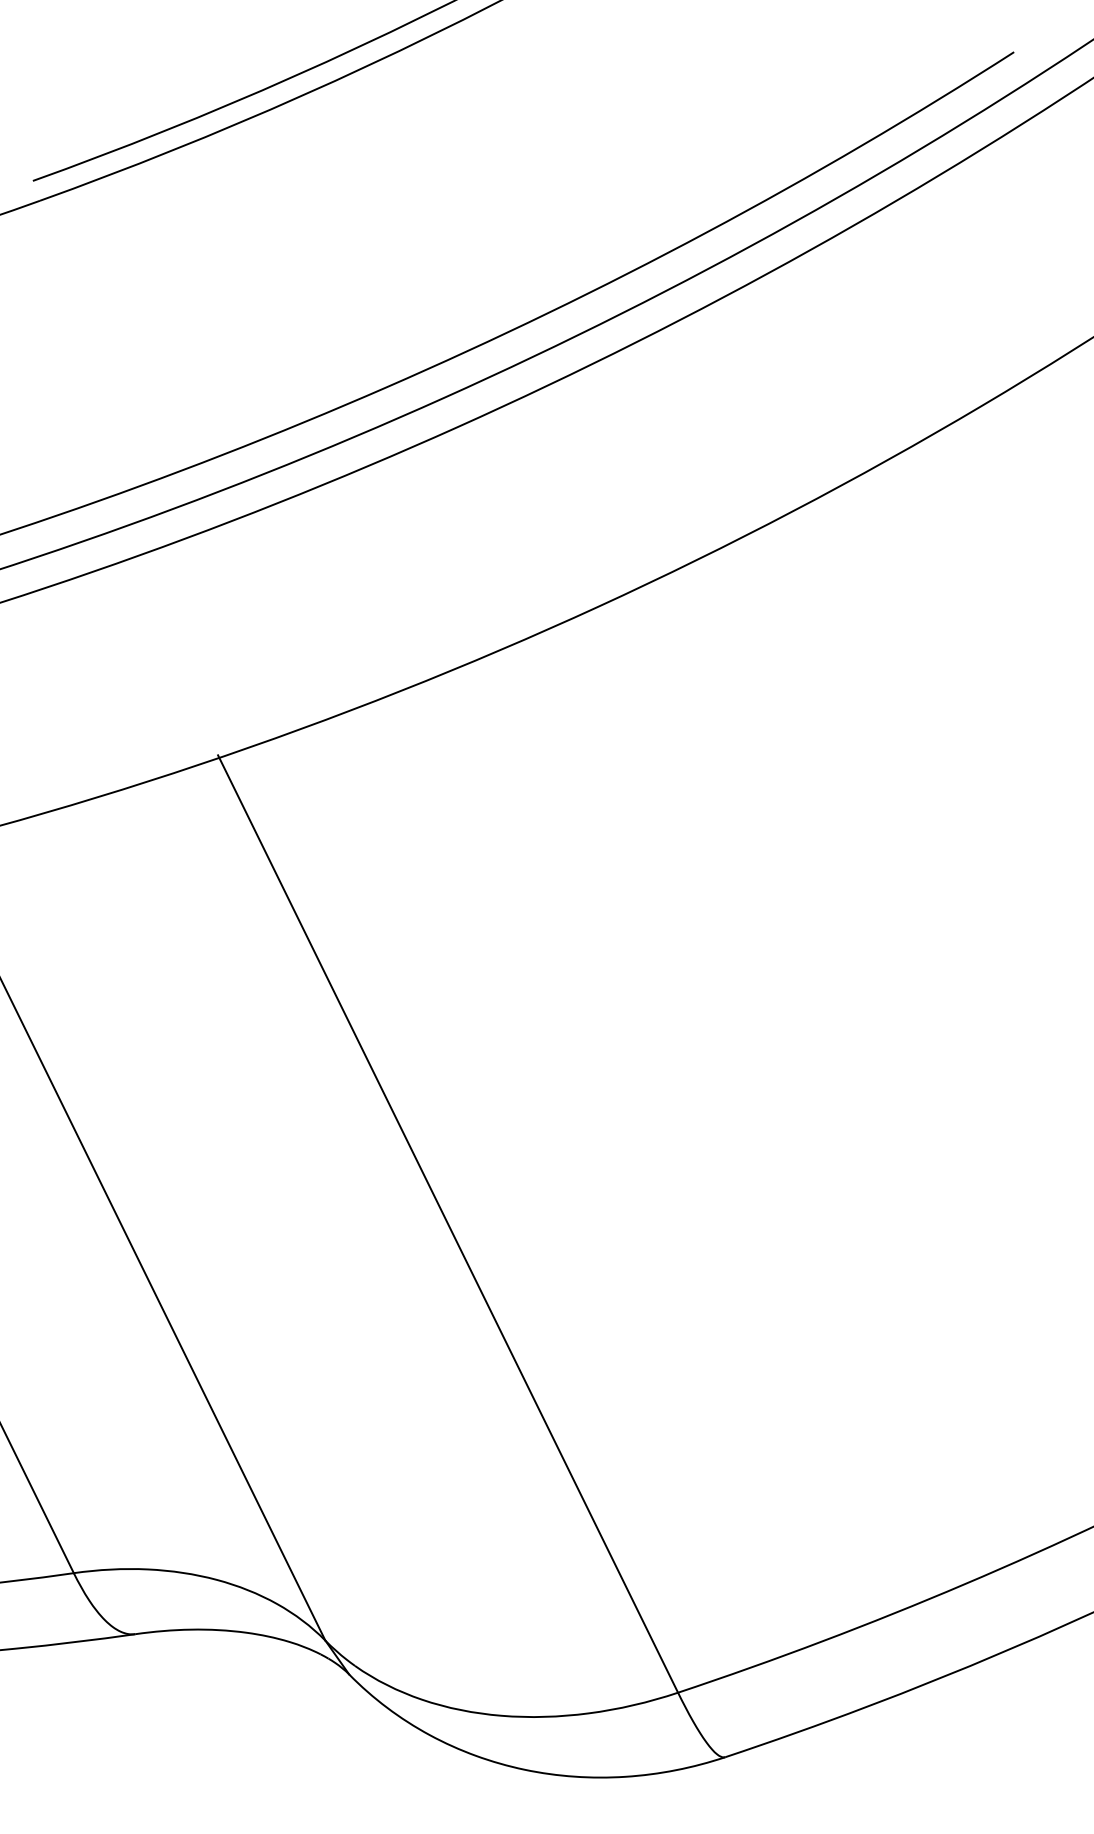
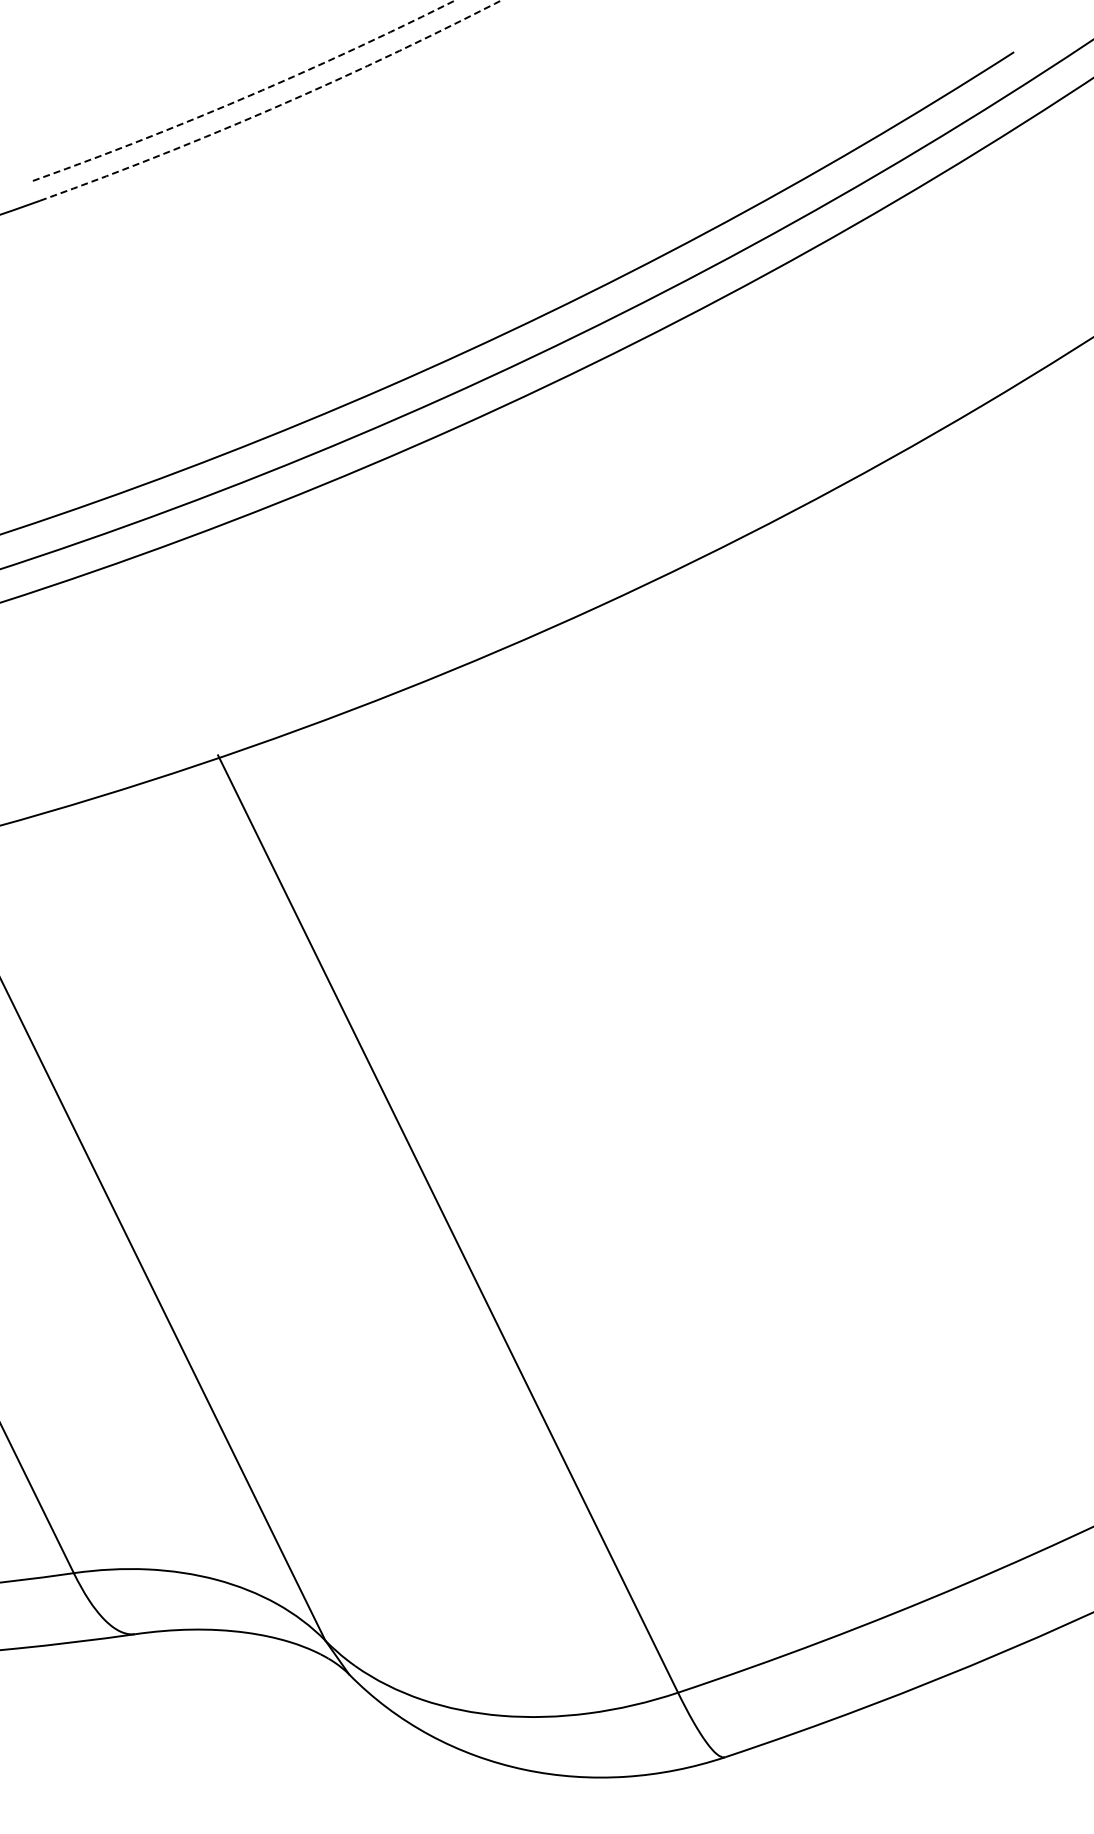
arc at (247, 96): solid -> dashed
arc at (274, 107): solid -> dashed
